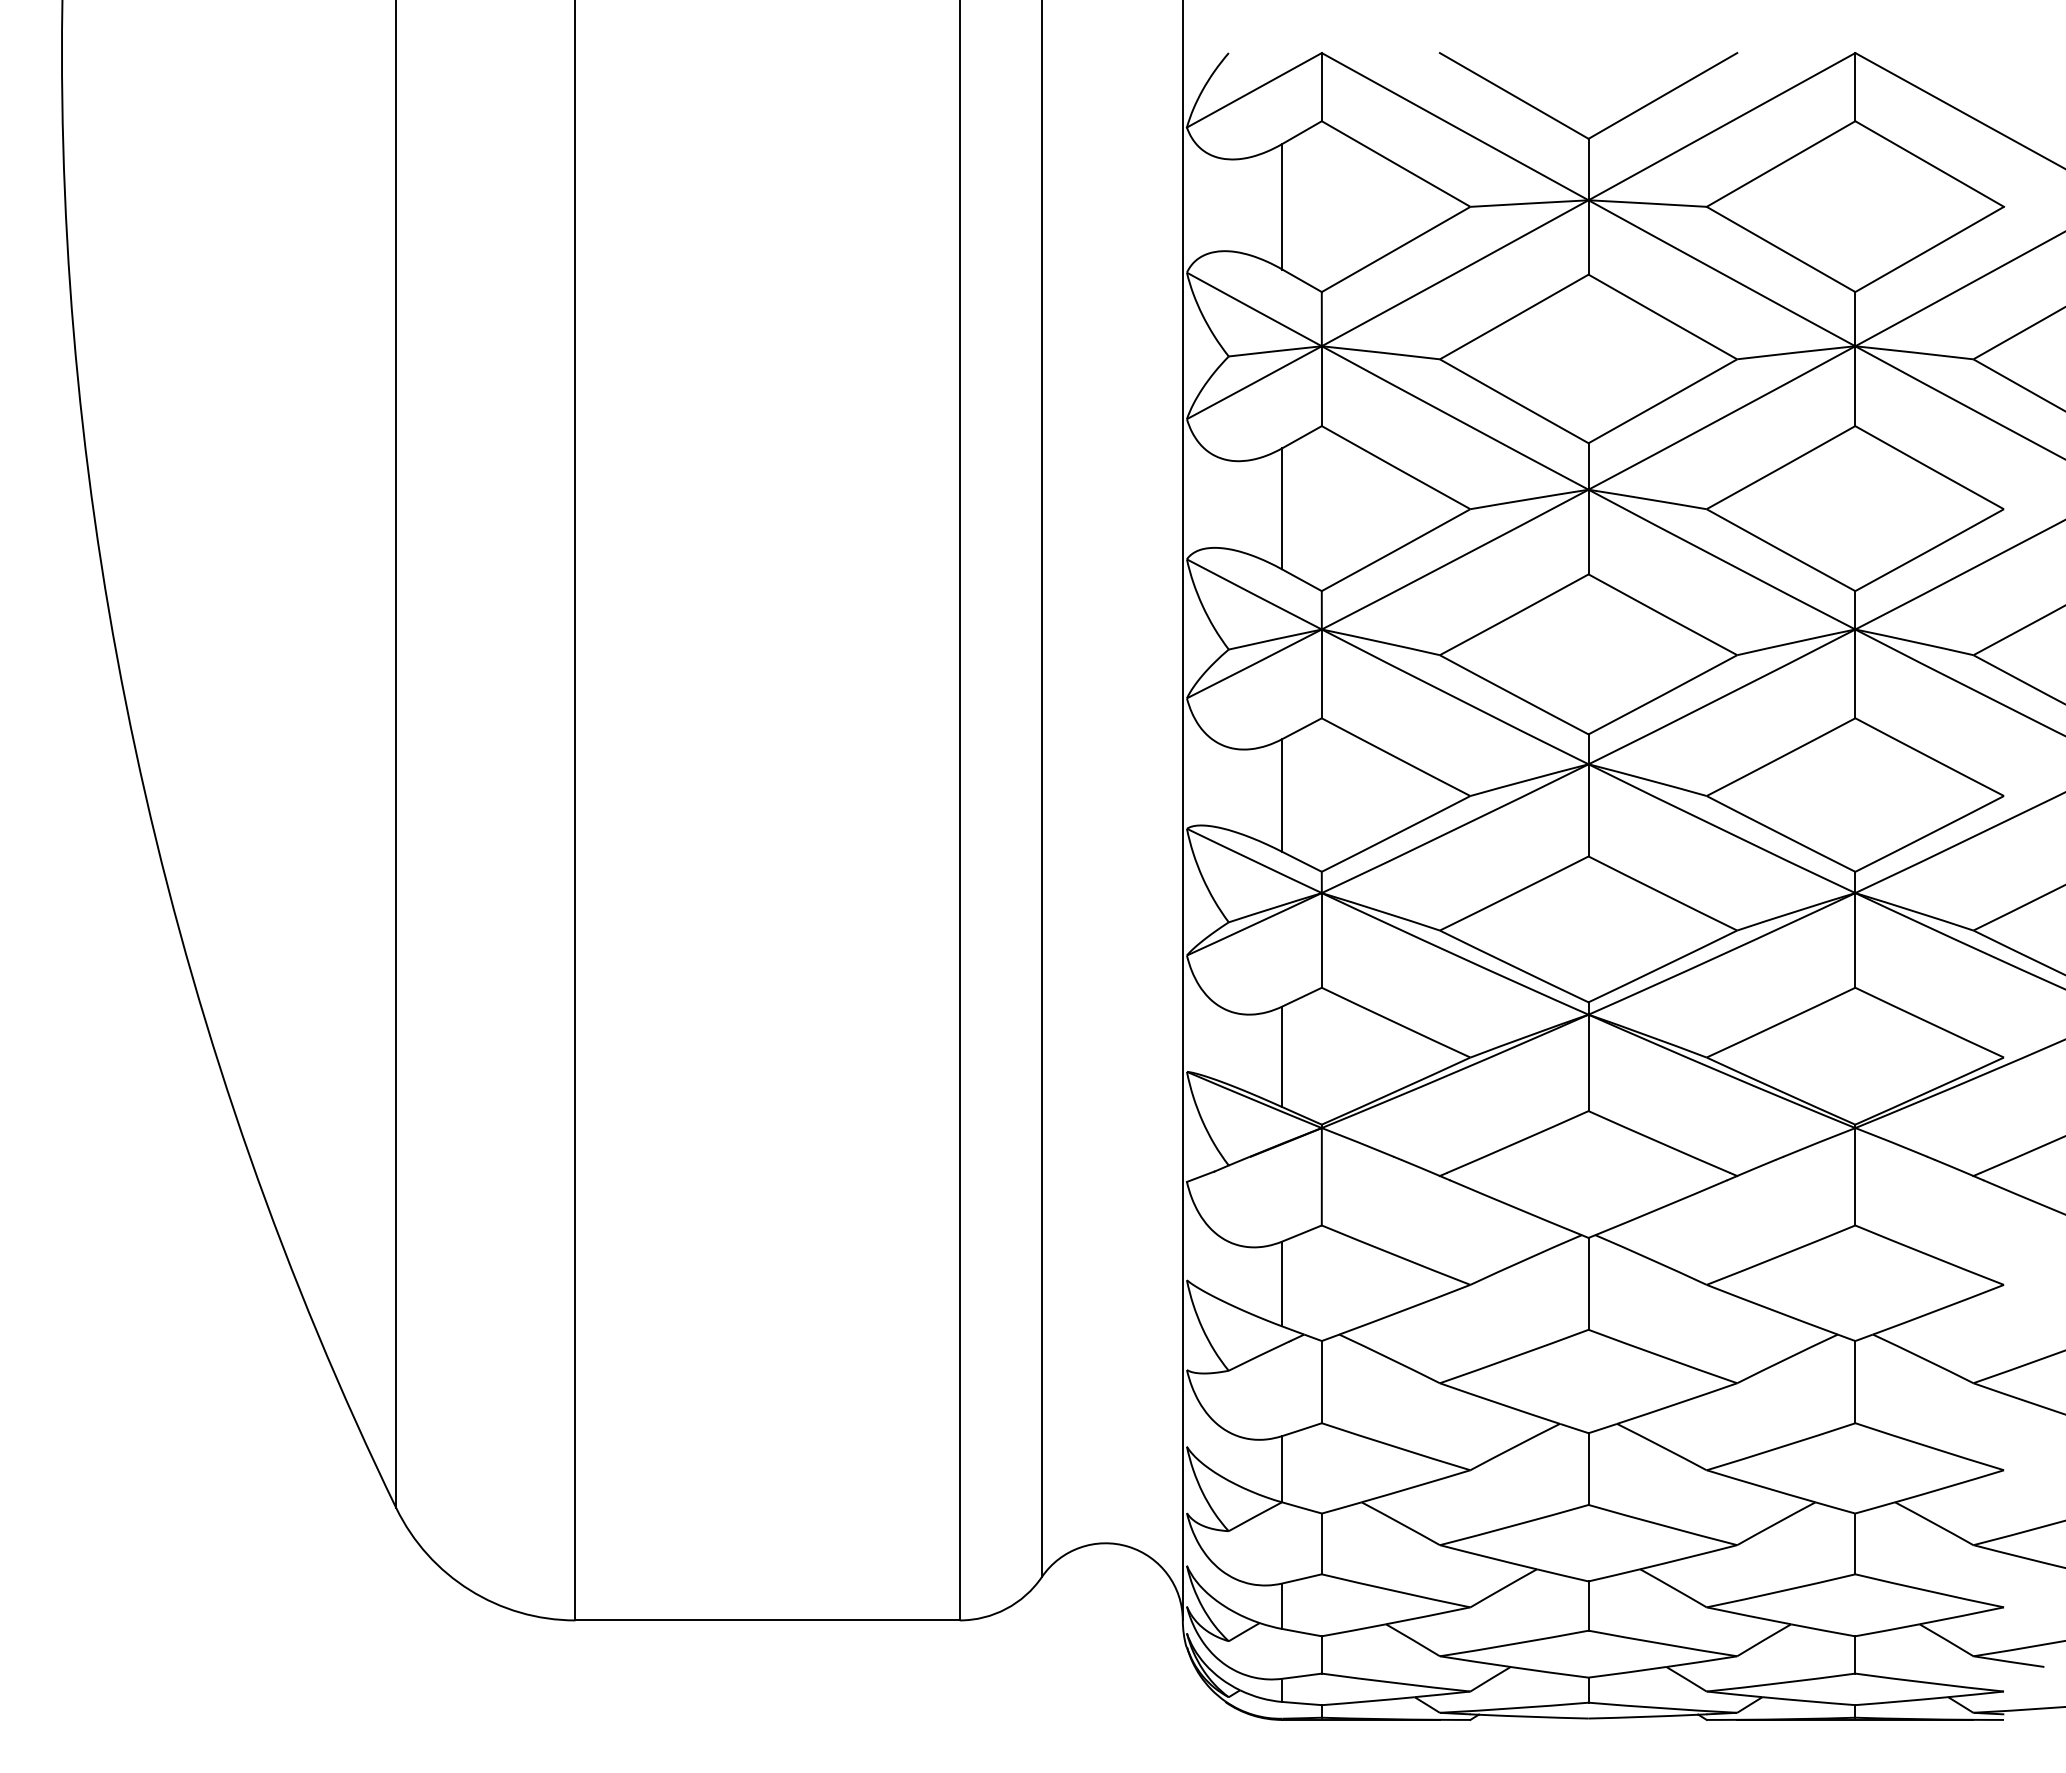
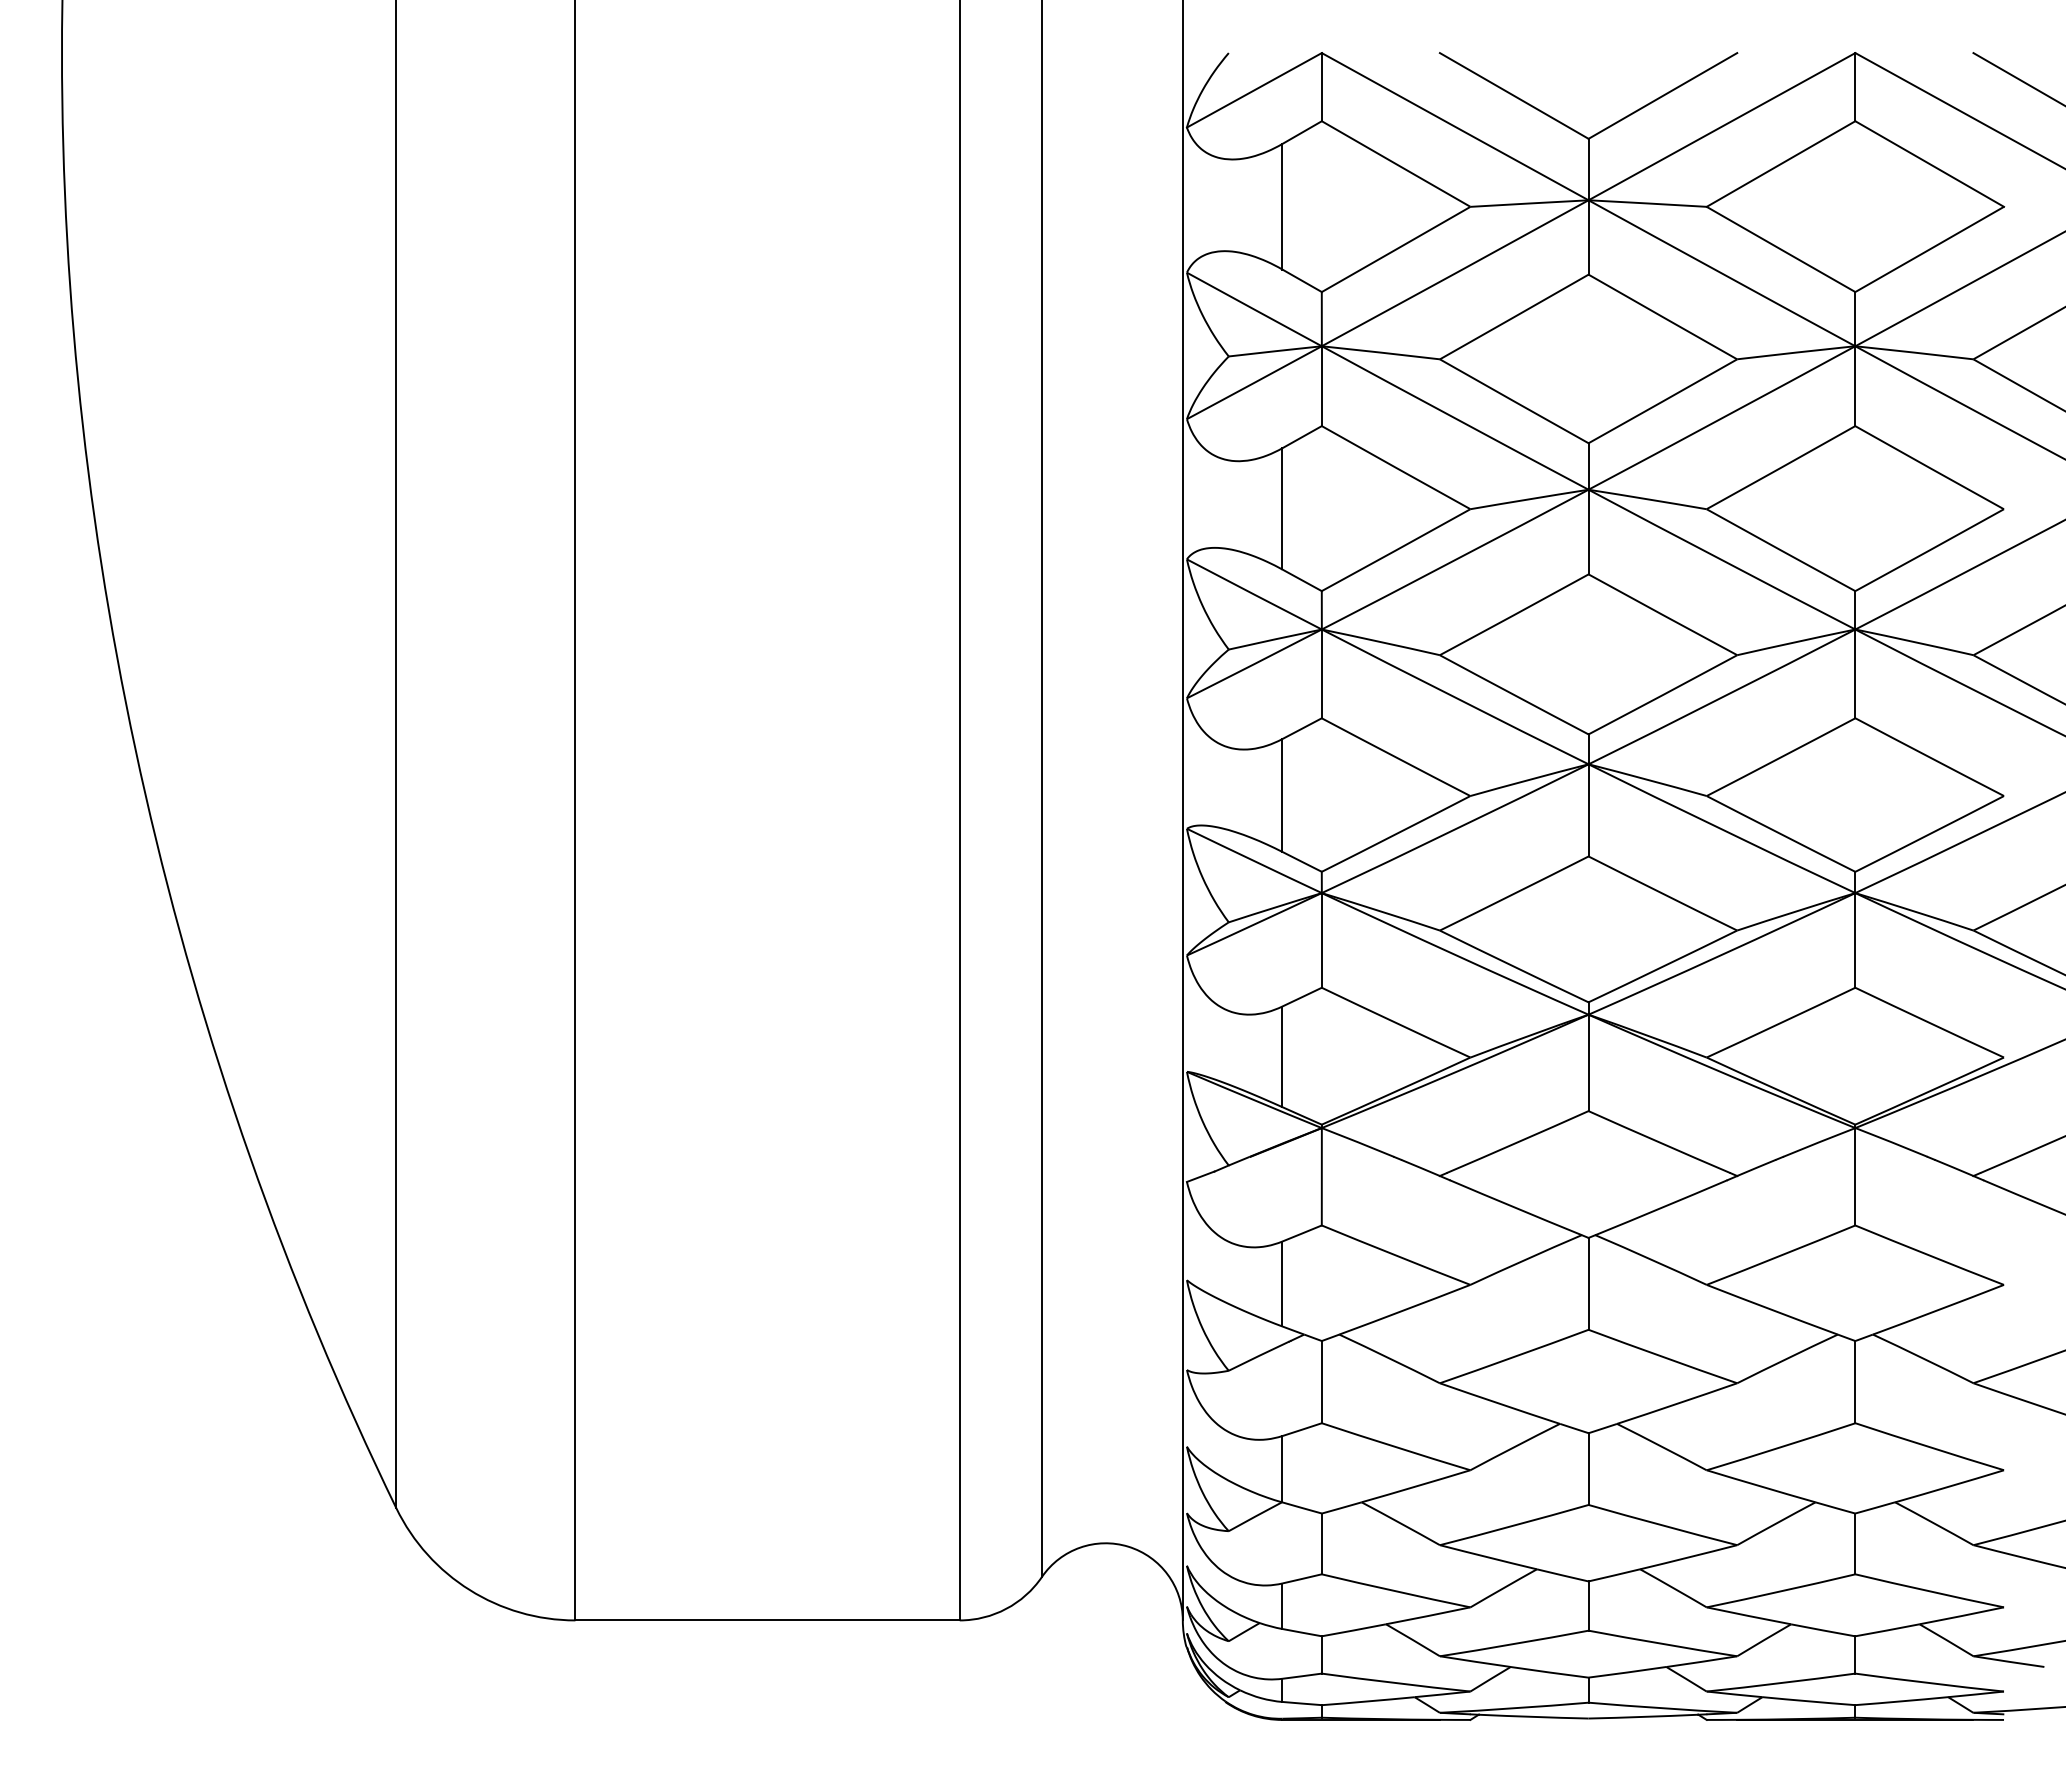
line at (2017, 78): none -> present
